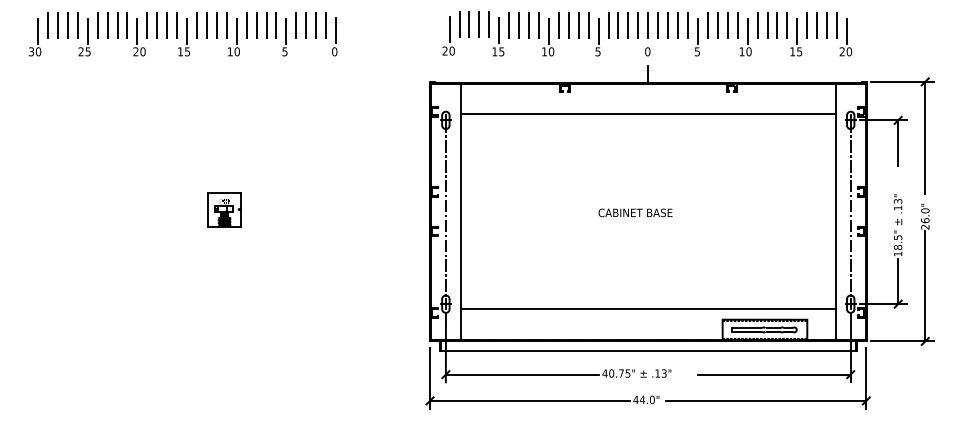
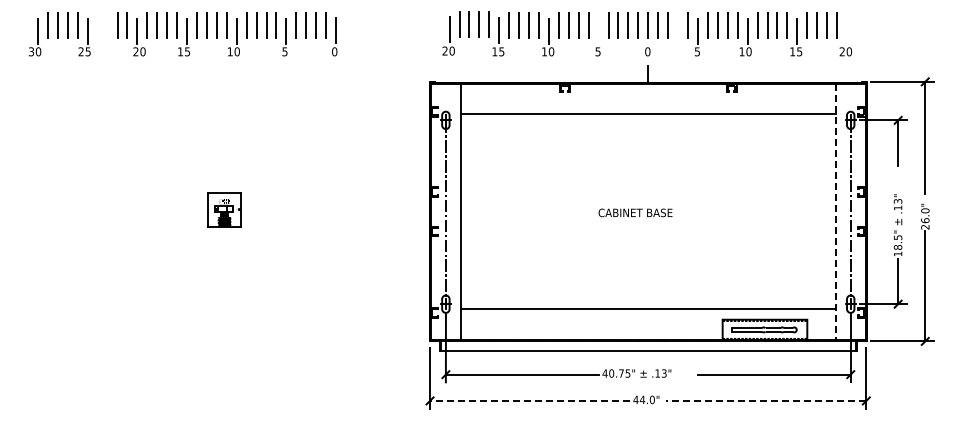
line at (97, 25): present -> none
line at (107, 25): present -> none
line at (678, 25): present -> none
line at (598, 30): present -> none
line at (846, 30): present -> none
line at (835, 212): solid -> dashed
line at (530, 400): solid -> dashed
line at (766, 400): solid -> dashed
